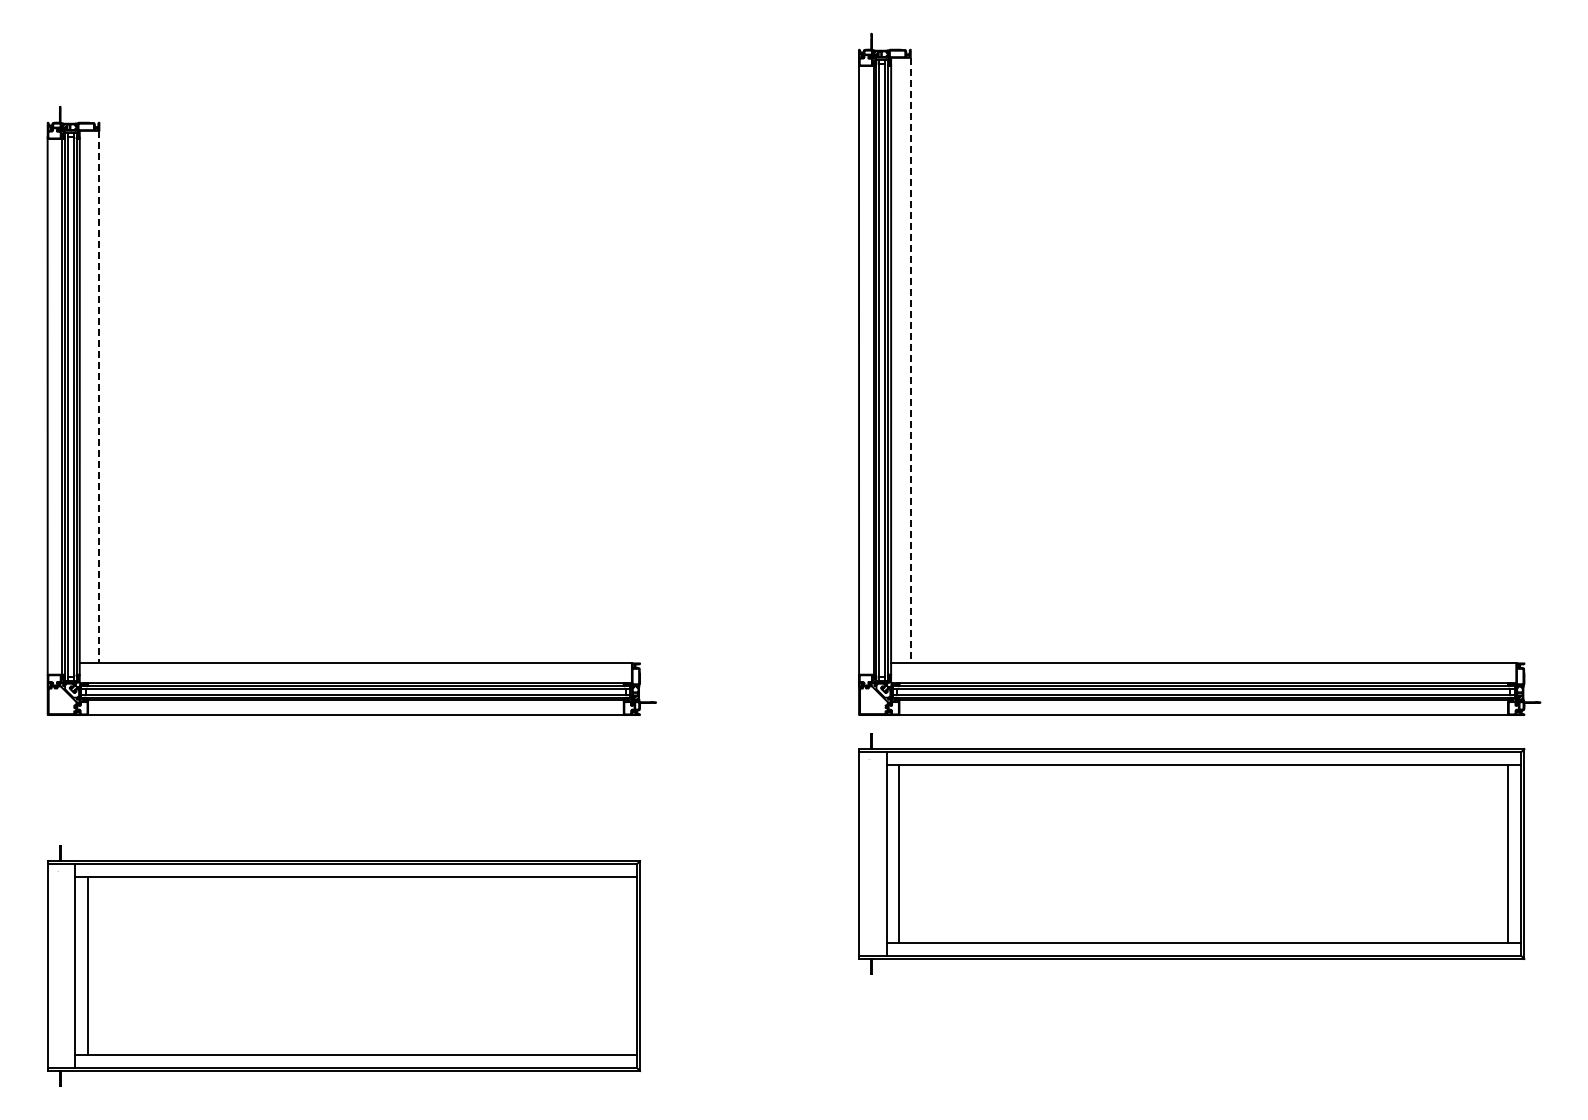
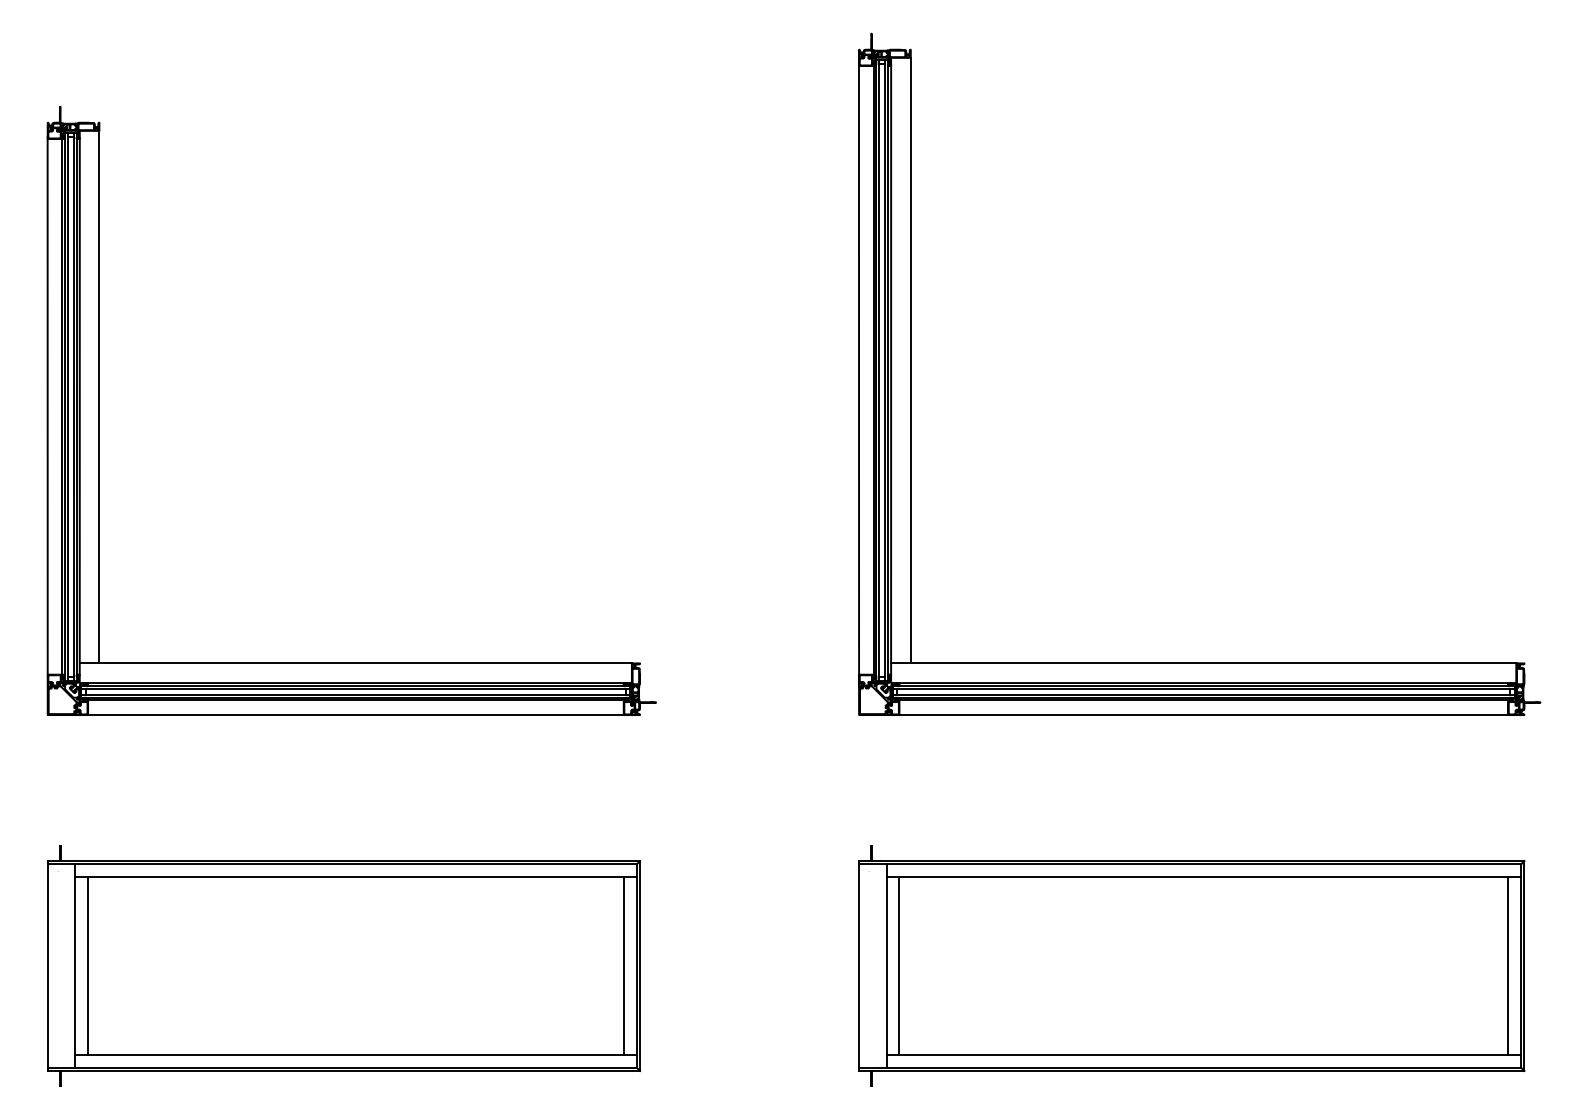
line at (910, 360): dashed -> solid
line at (99, 397): dashed -> solid
part at (1191, 853) position: (1191, 853) -> (1191, 965)
line at (623, 965): none -> present
